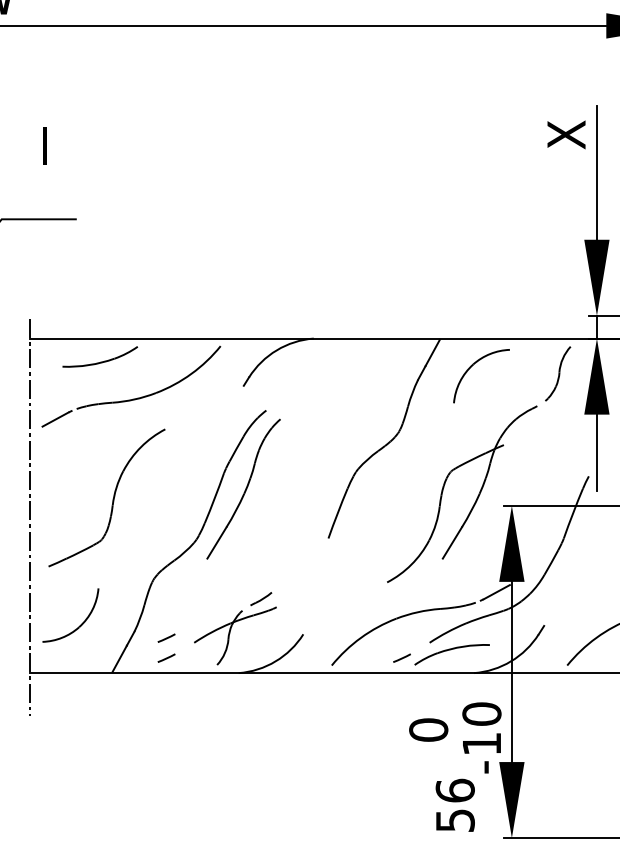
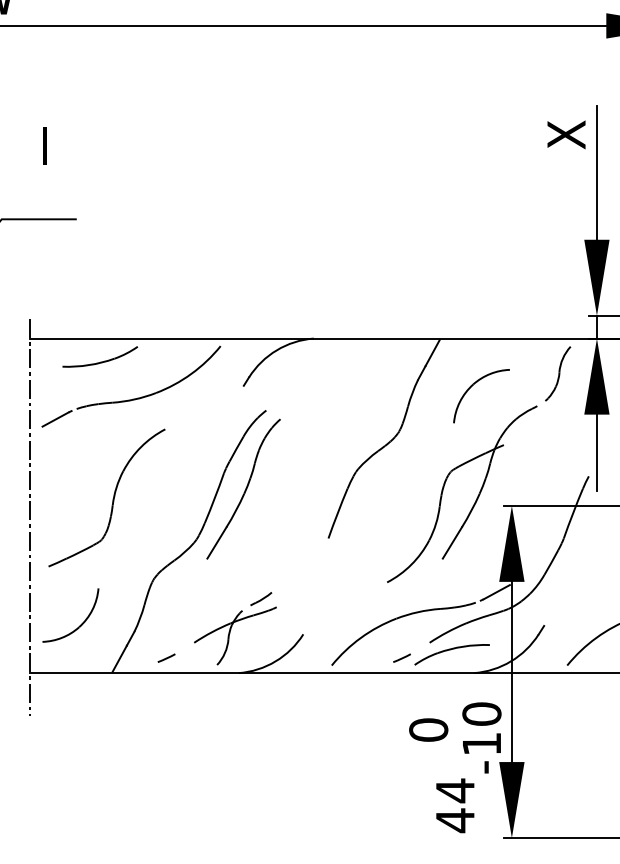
part at (472, 366) position: (472, 366) -> (472, 386)
line at (166, 637): present -> none
text at (454, 805): 56 -> 44
